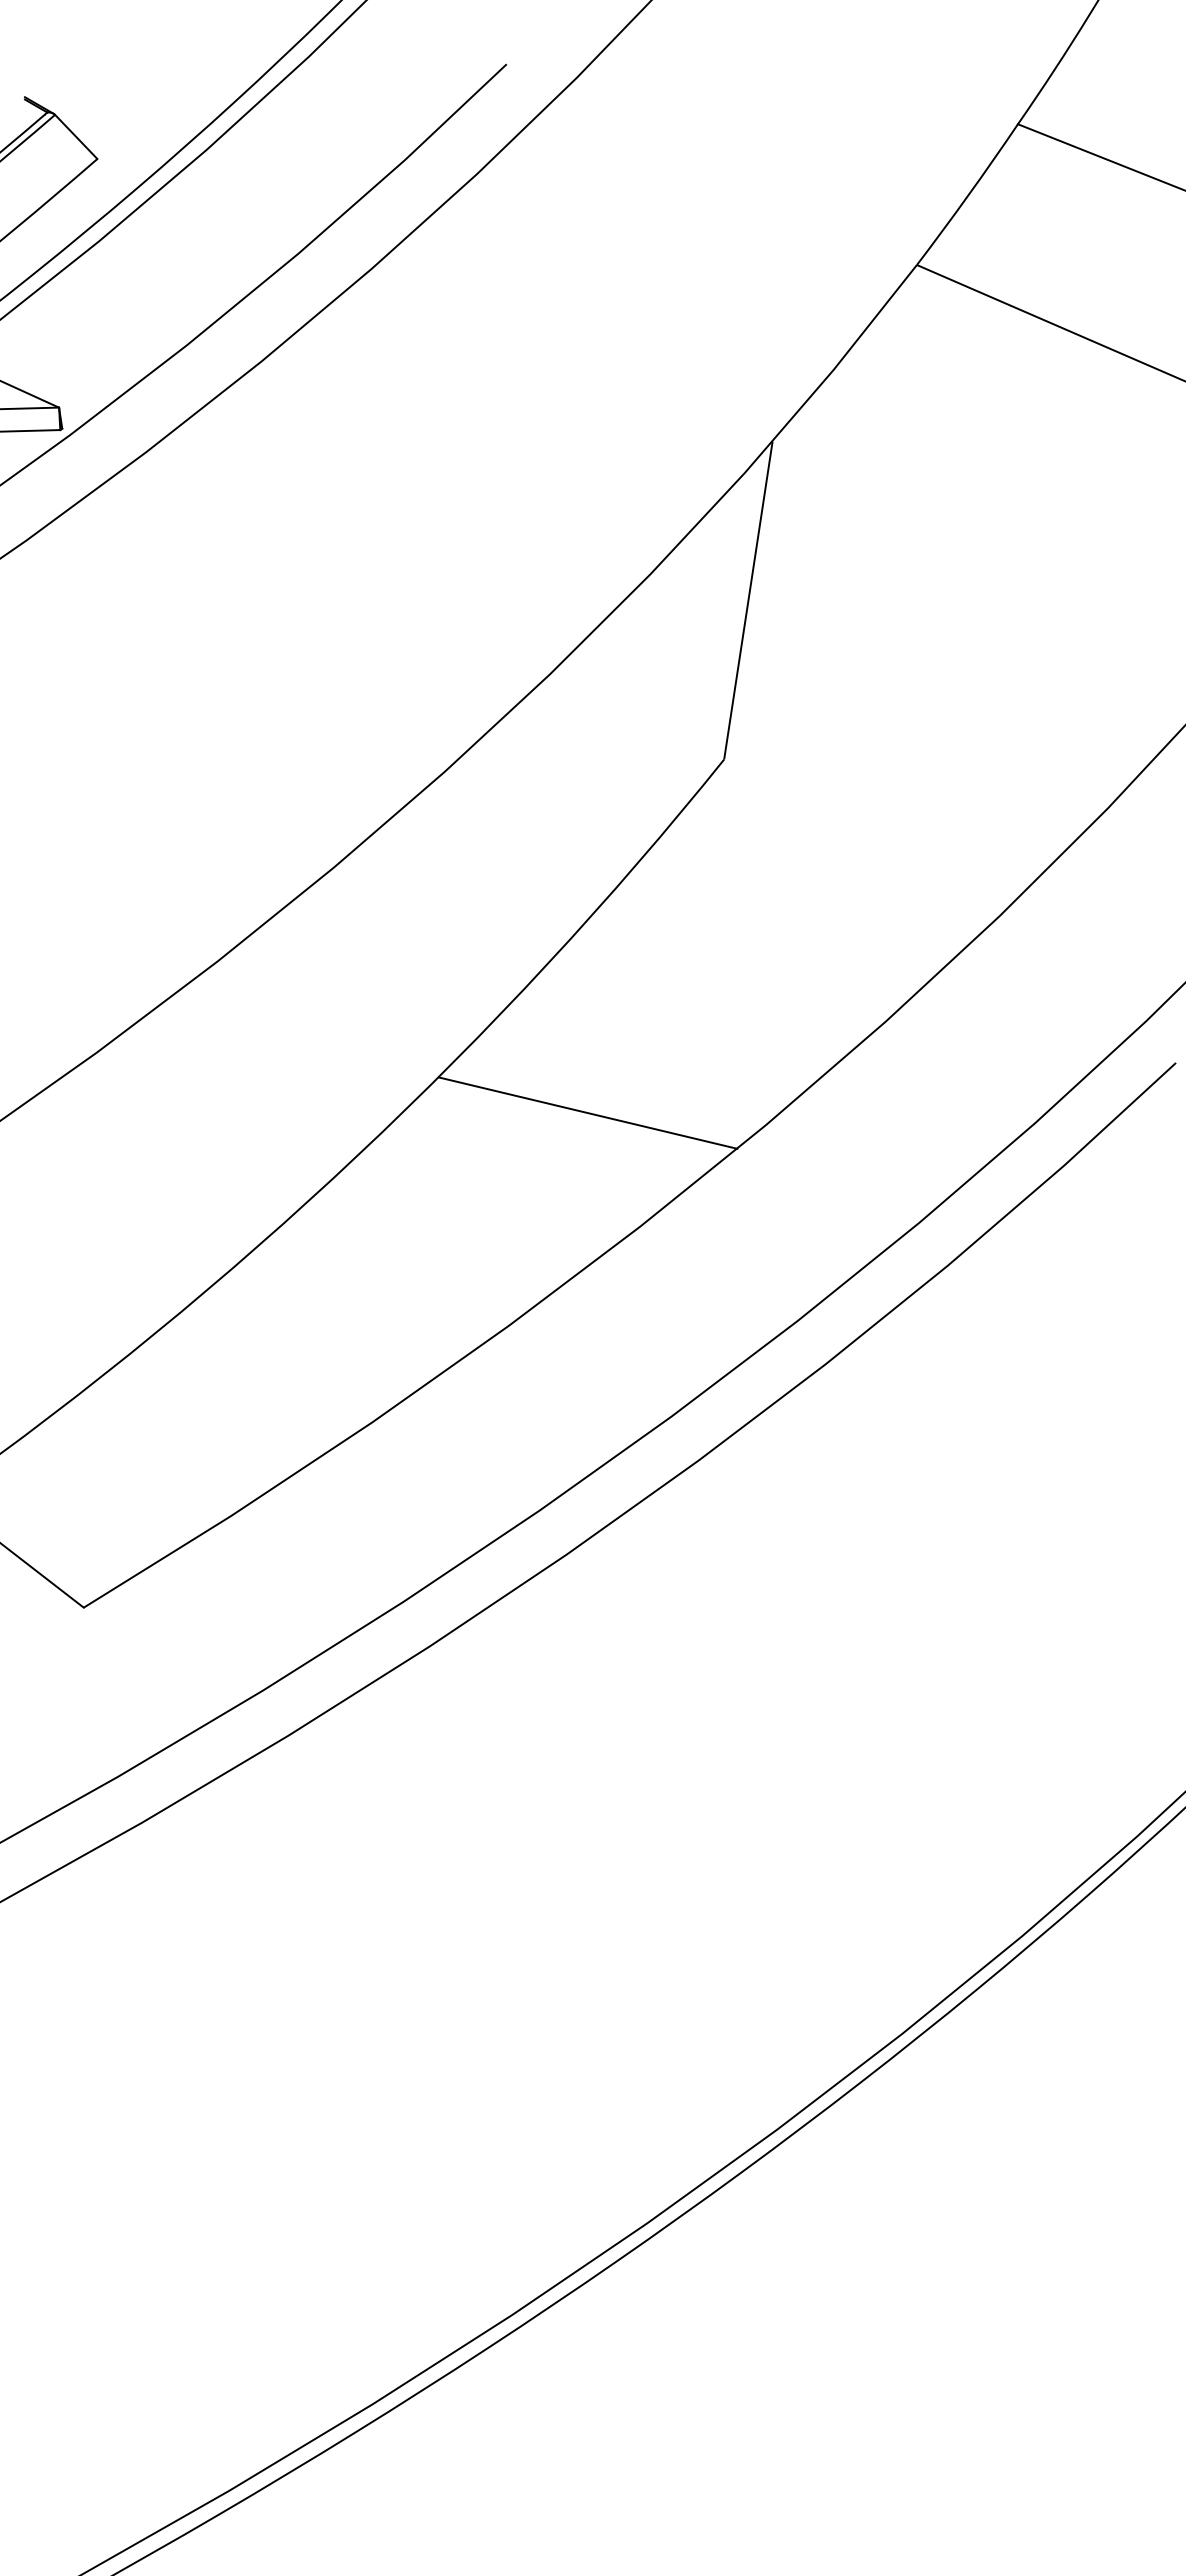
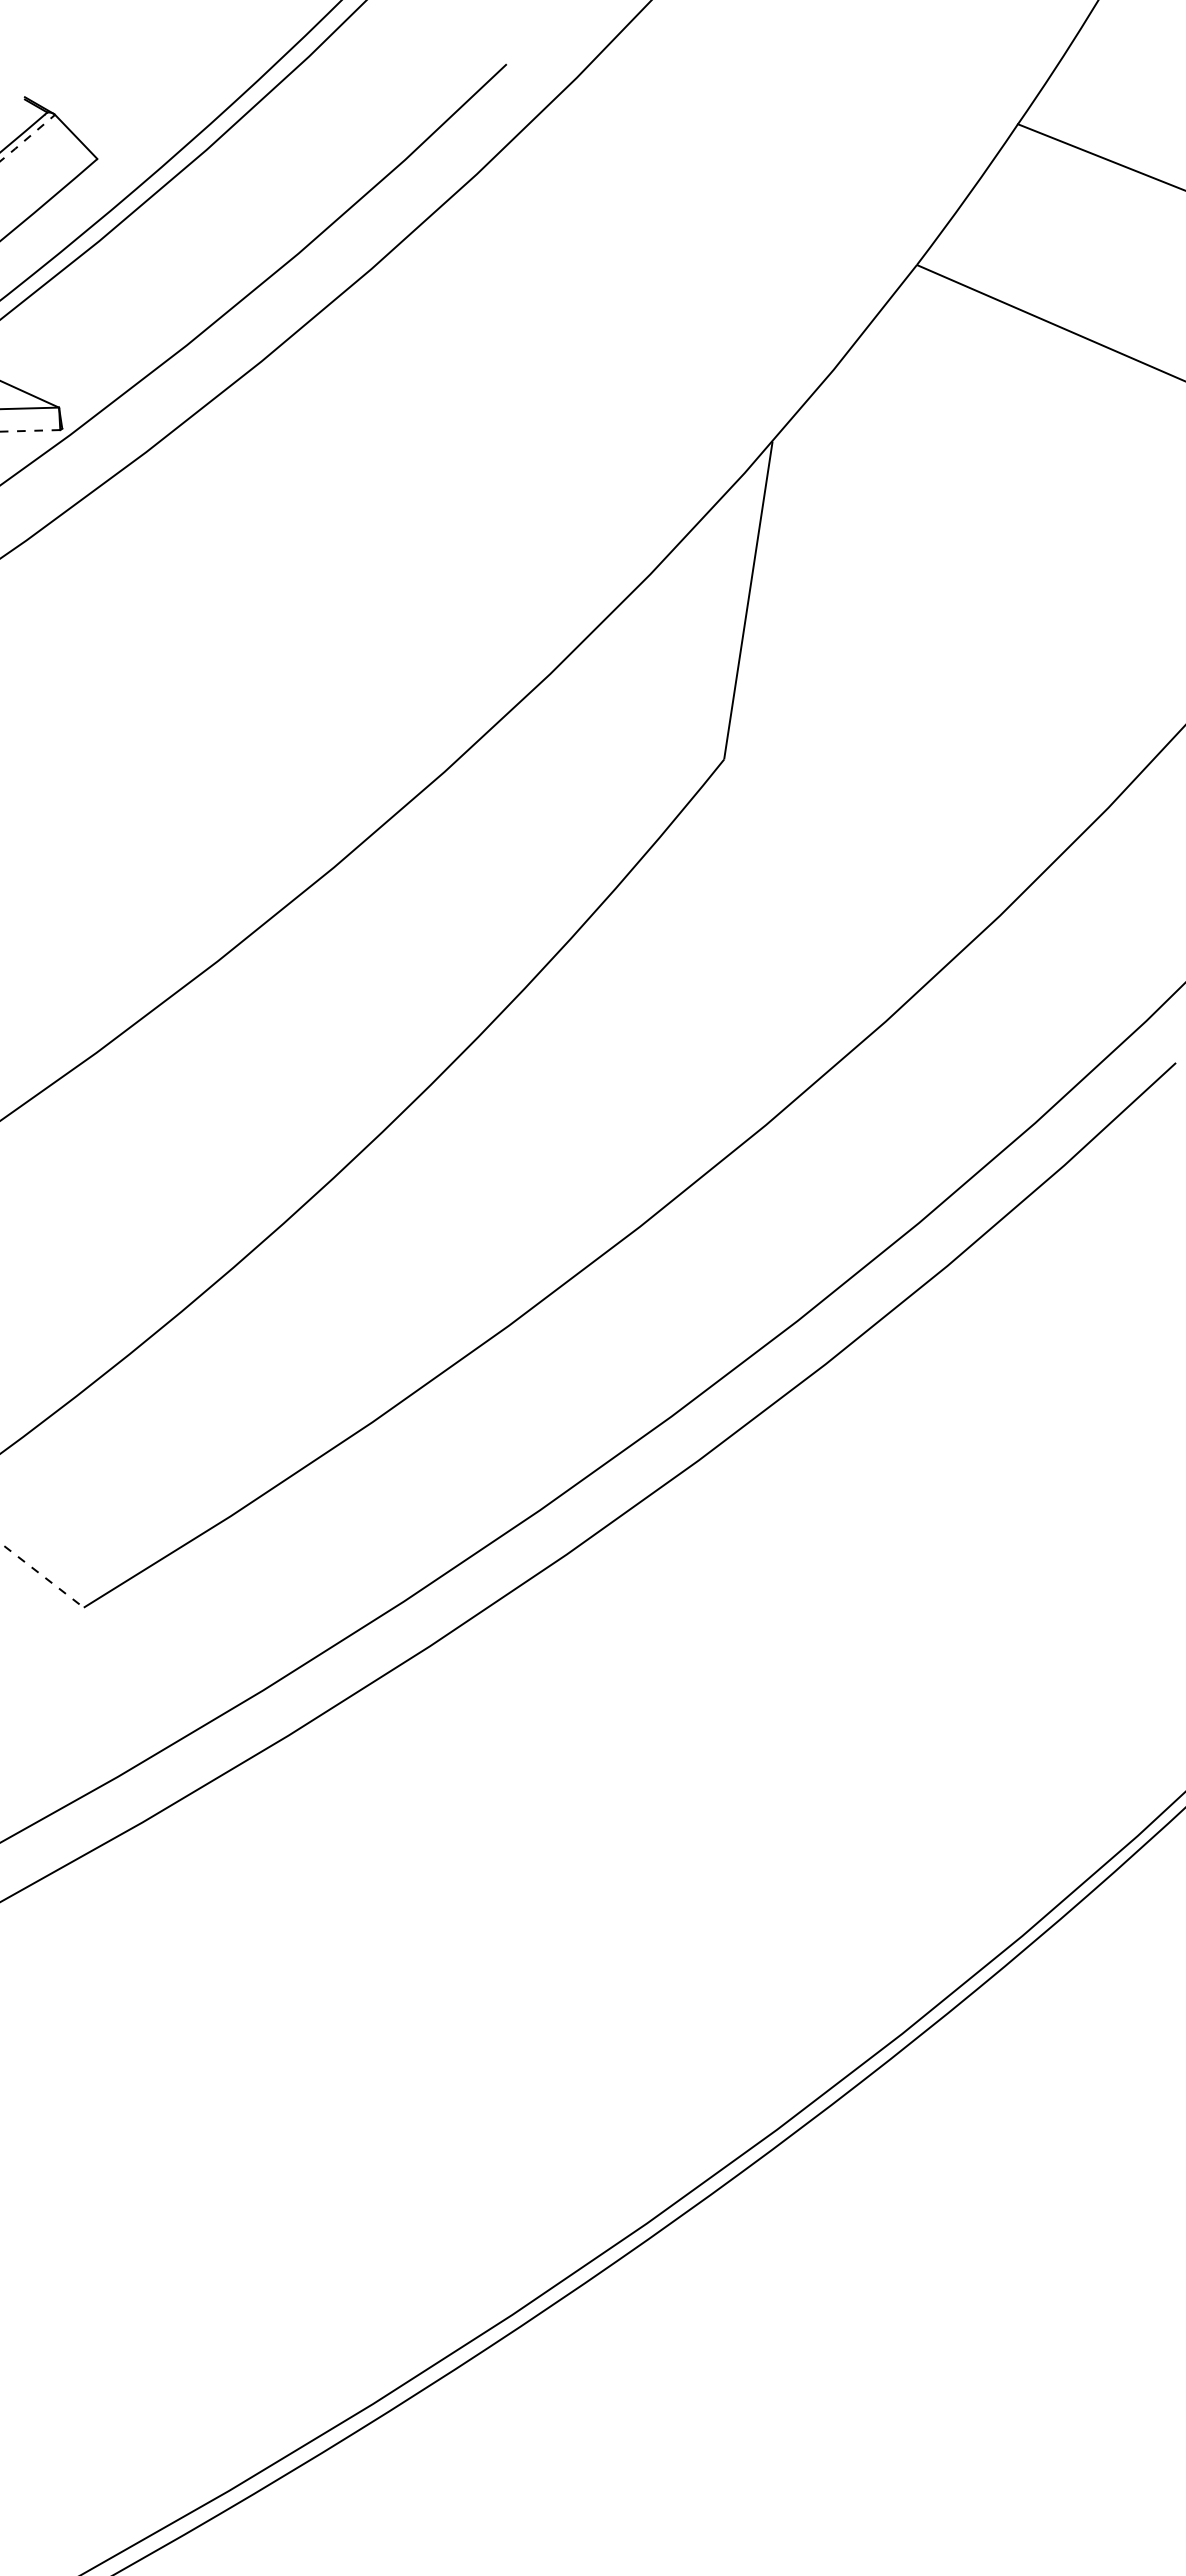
arc at (27, 138): solid -> dashed
line at (30, 430): solid -> dashed
line at (588, 1112): present -> none
line at (41, 1575): solid -> dashed
